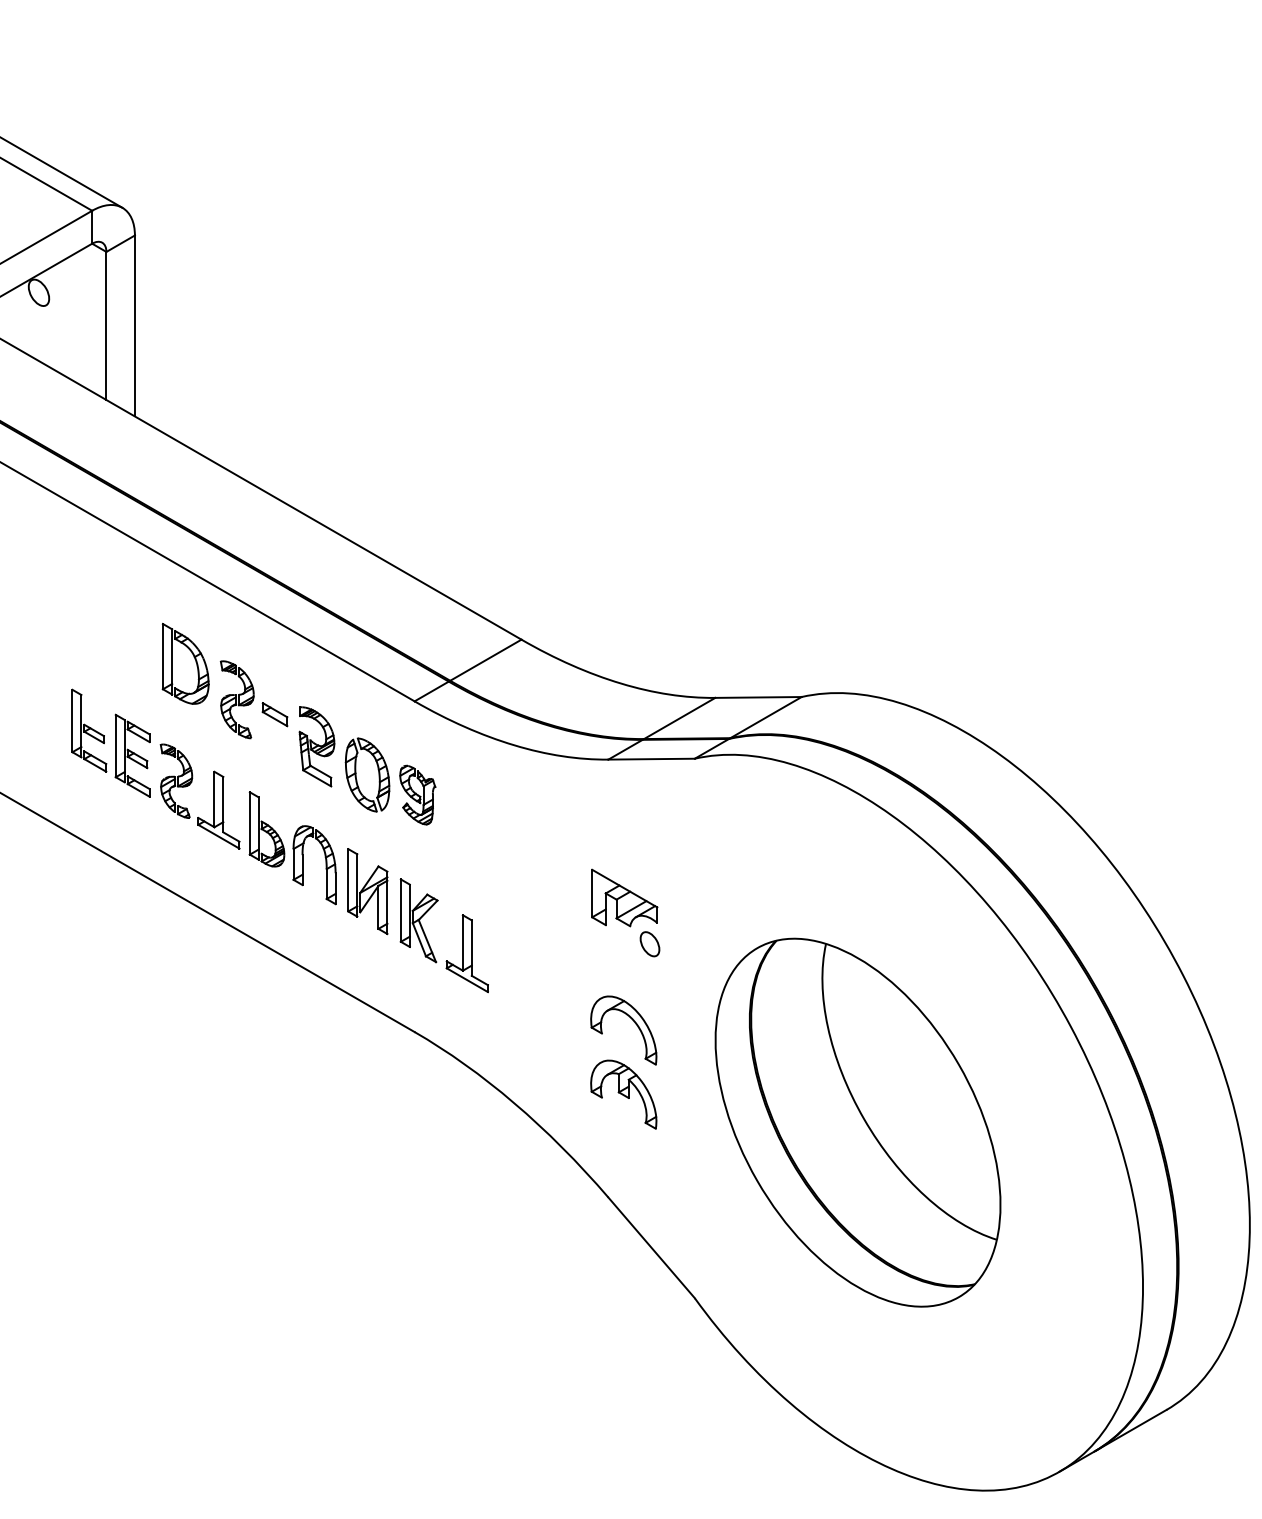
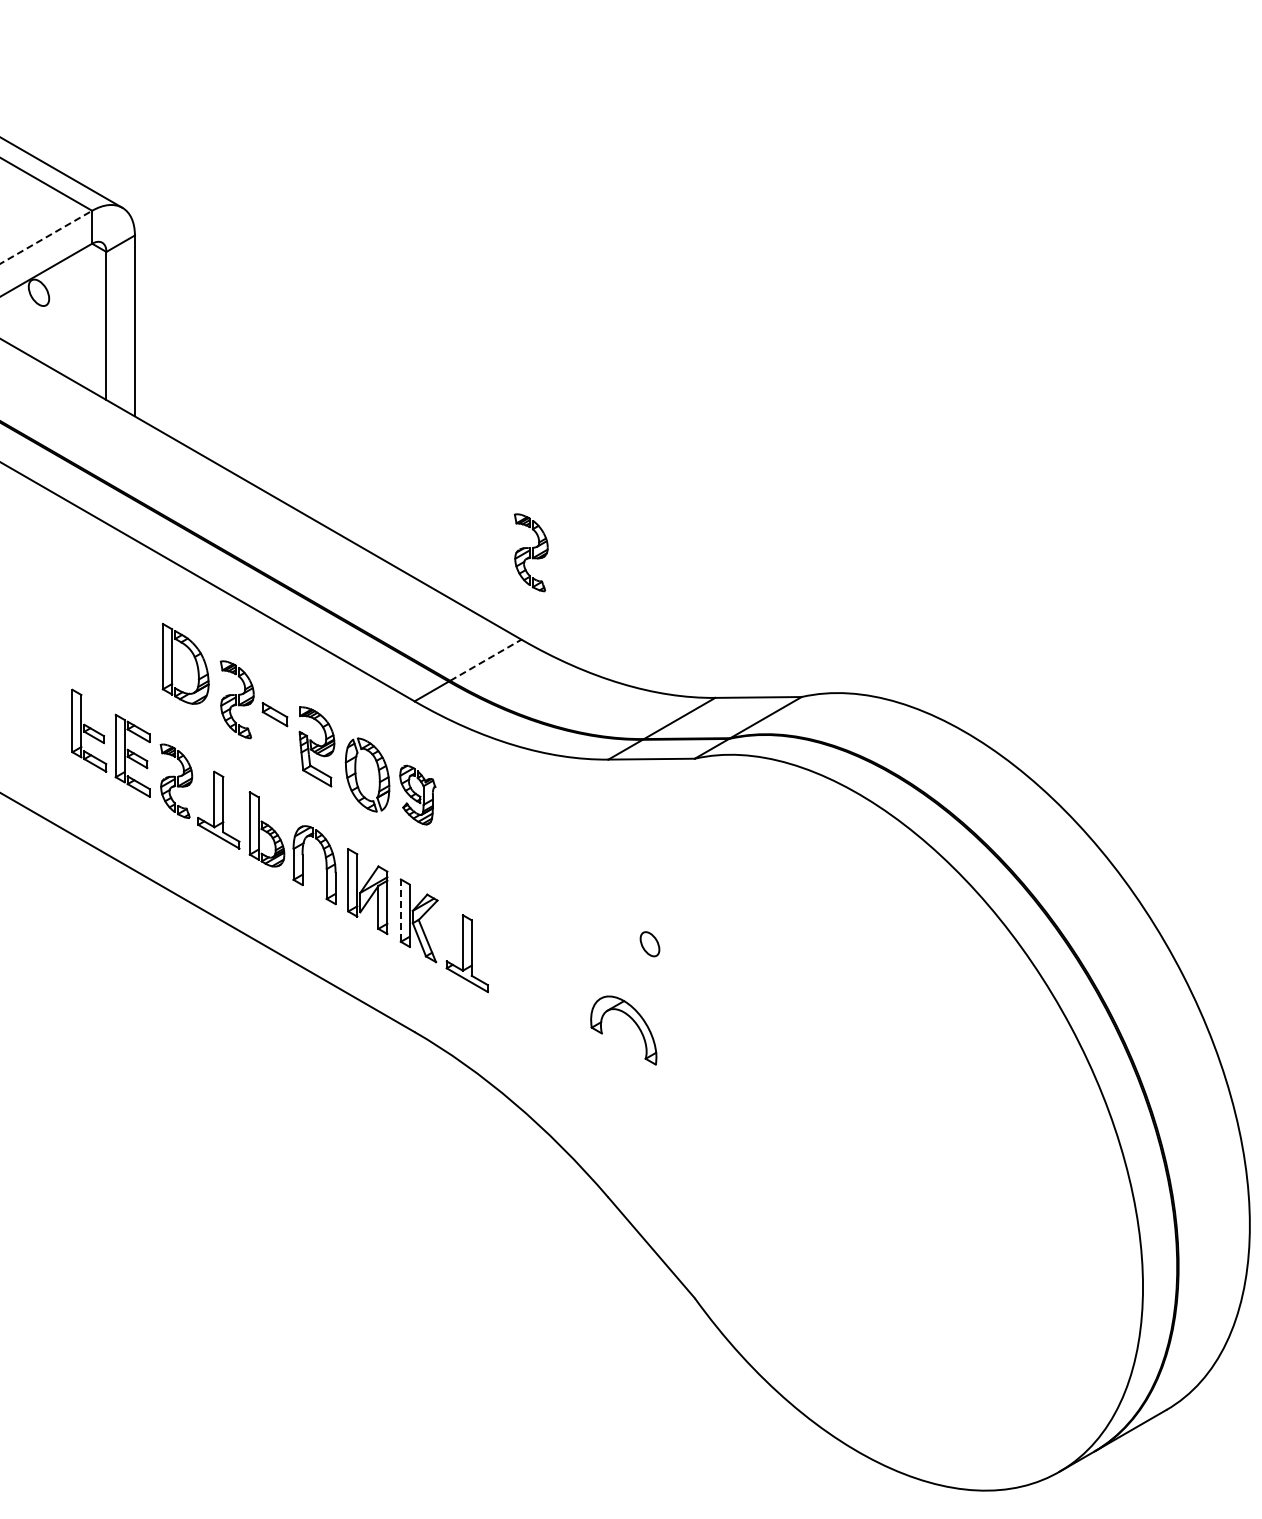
line at (46, 237): solid -> dashed
part at (530, 552): none -> present
line at (486, 659): solid -> dashed
part at (624, 897): present -> none
line at (400, 911): solid -> dashed
part at (623, 1094): present -> none
part at (857, 1122): present -> none
